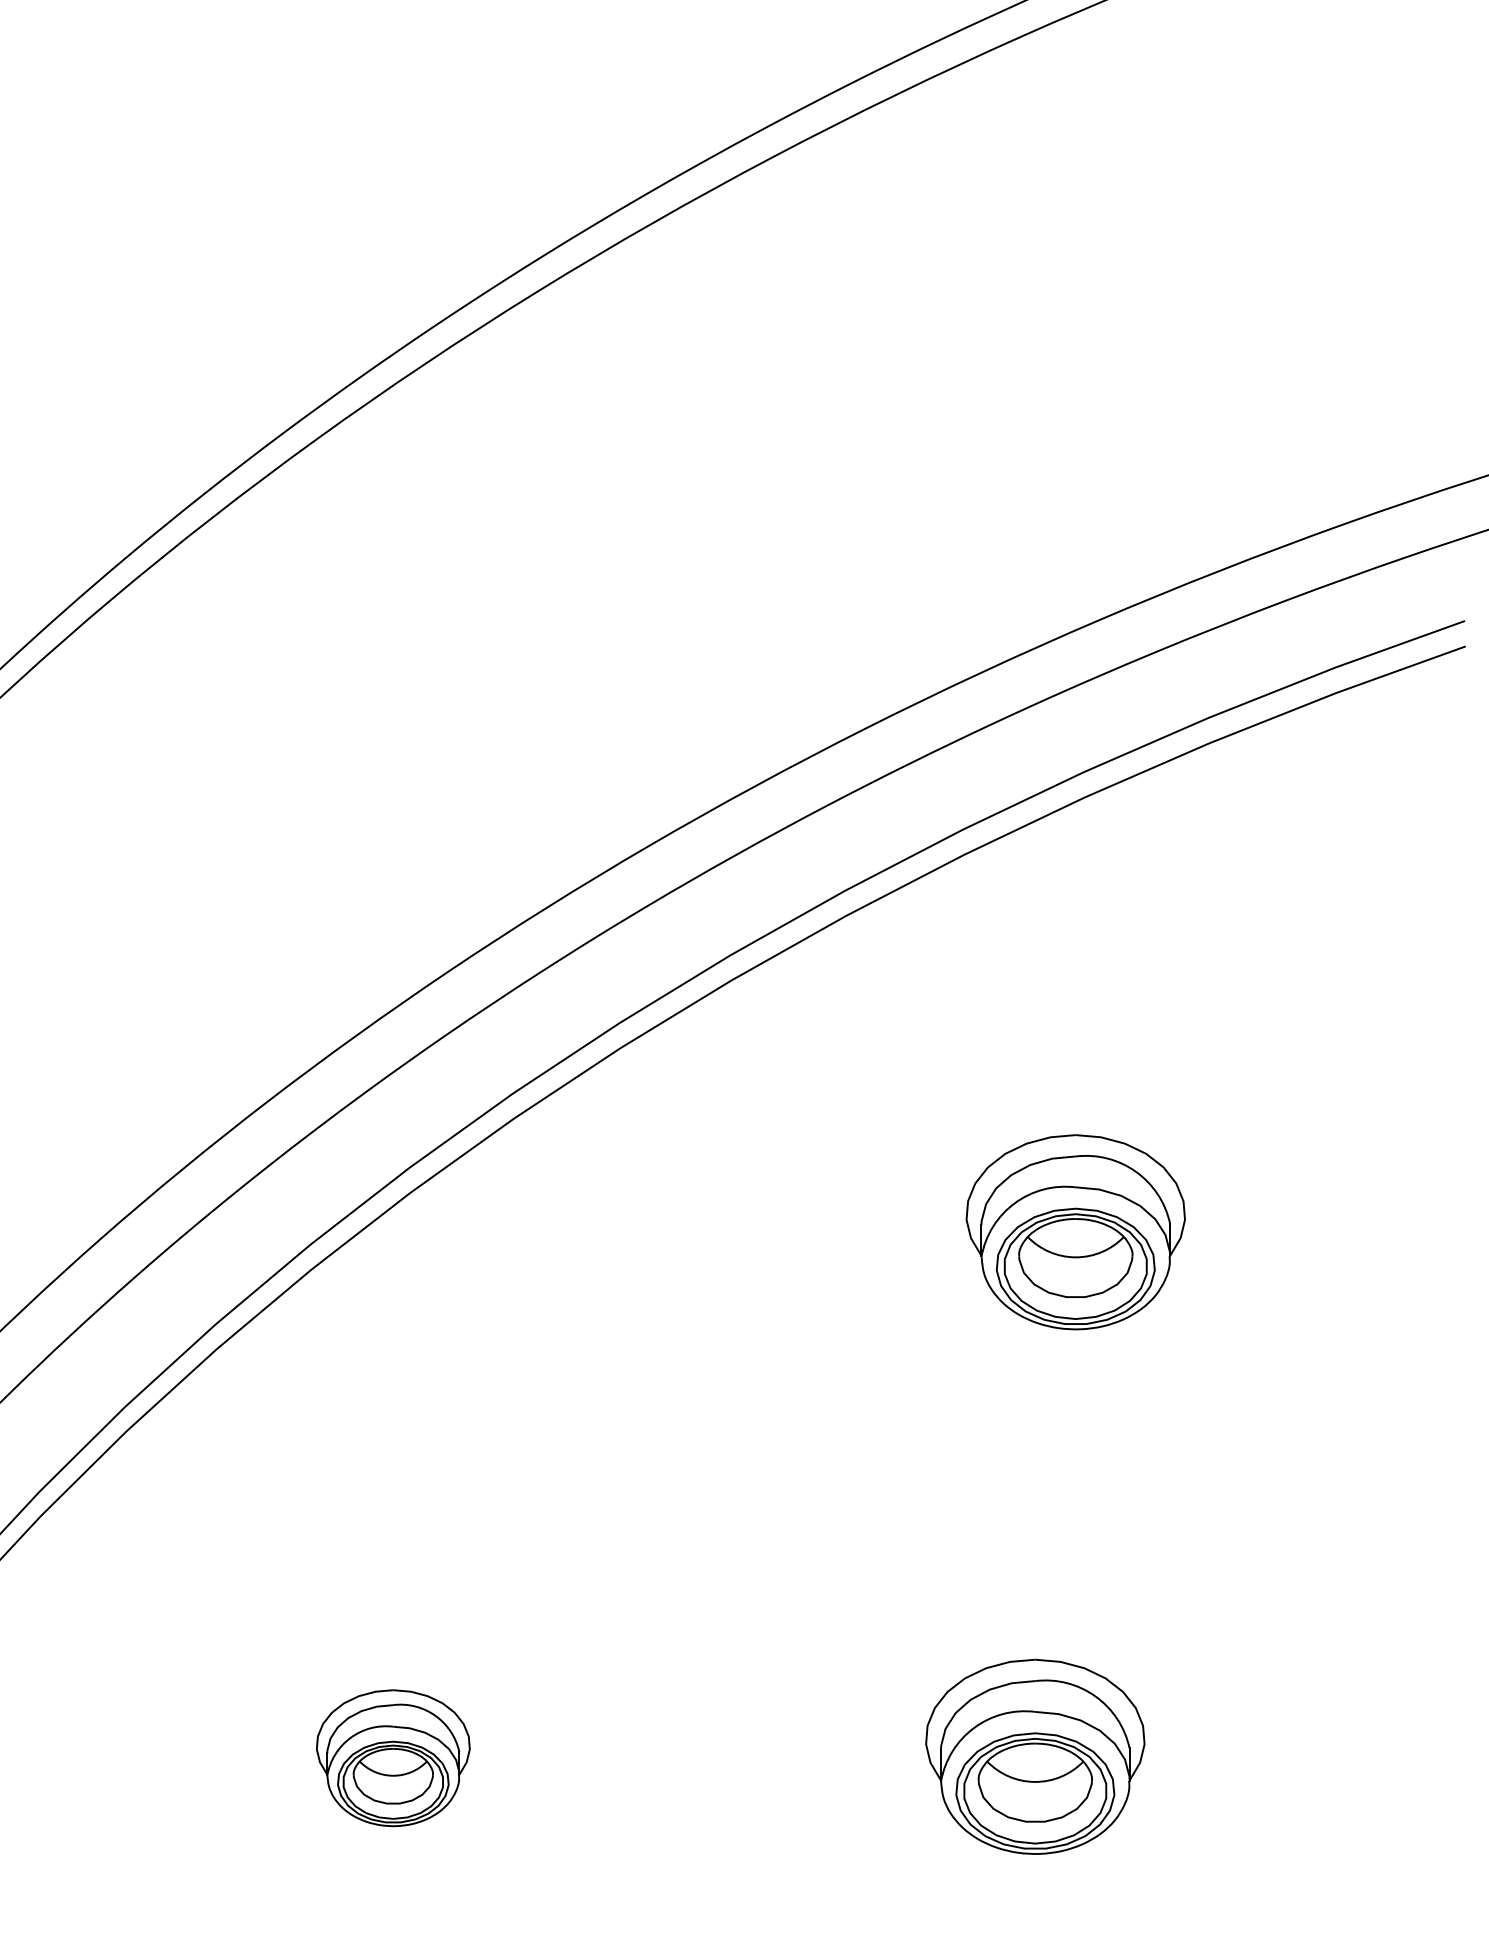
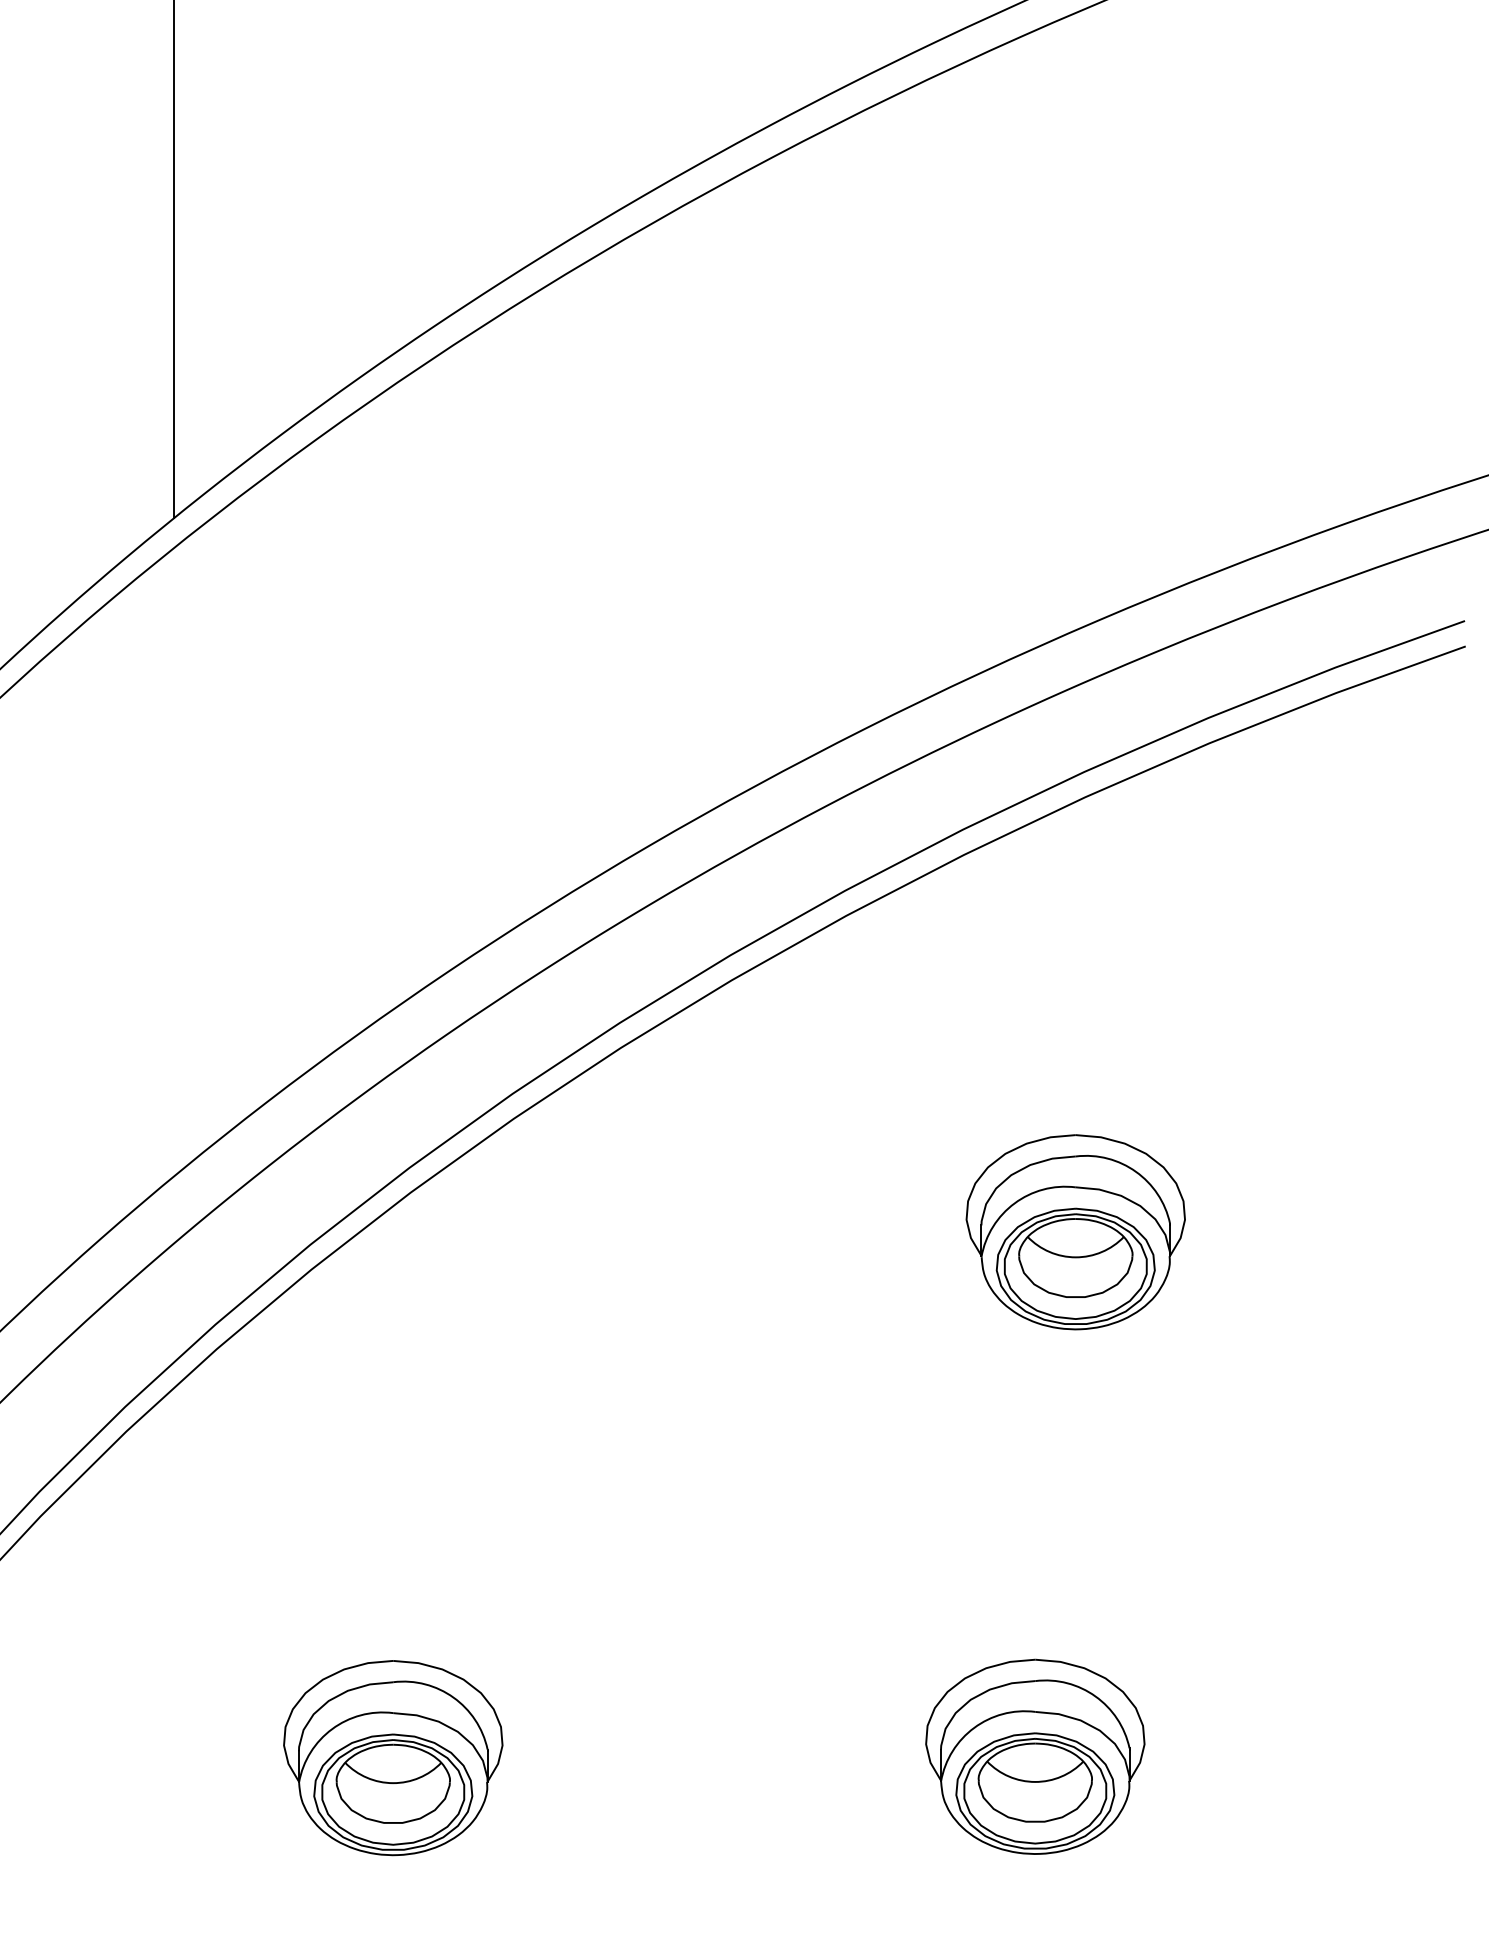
line at (174, 260): none -> present
part at (393, 1758) size: 155x139 px -> 221x197 px
